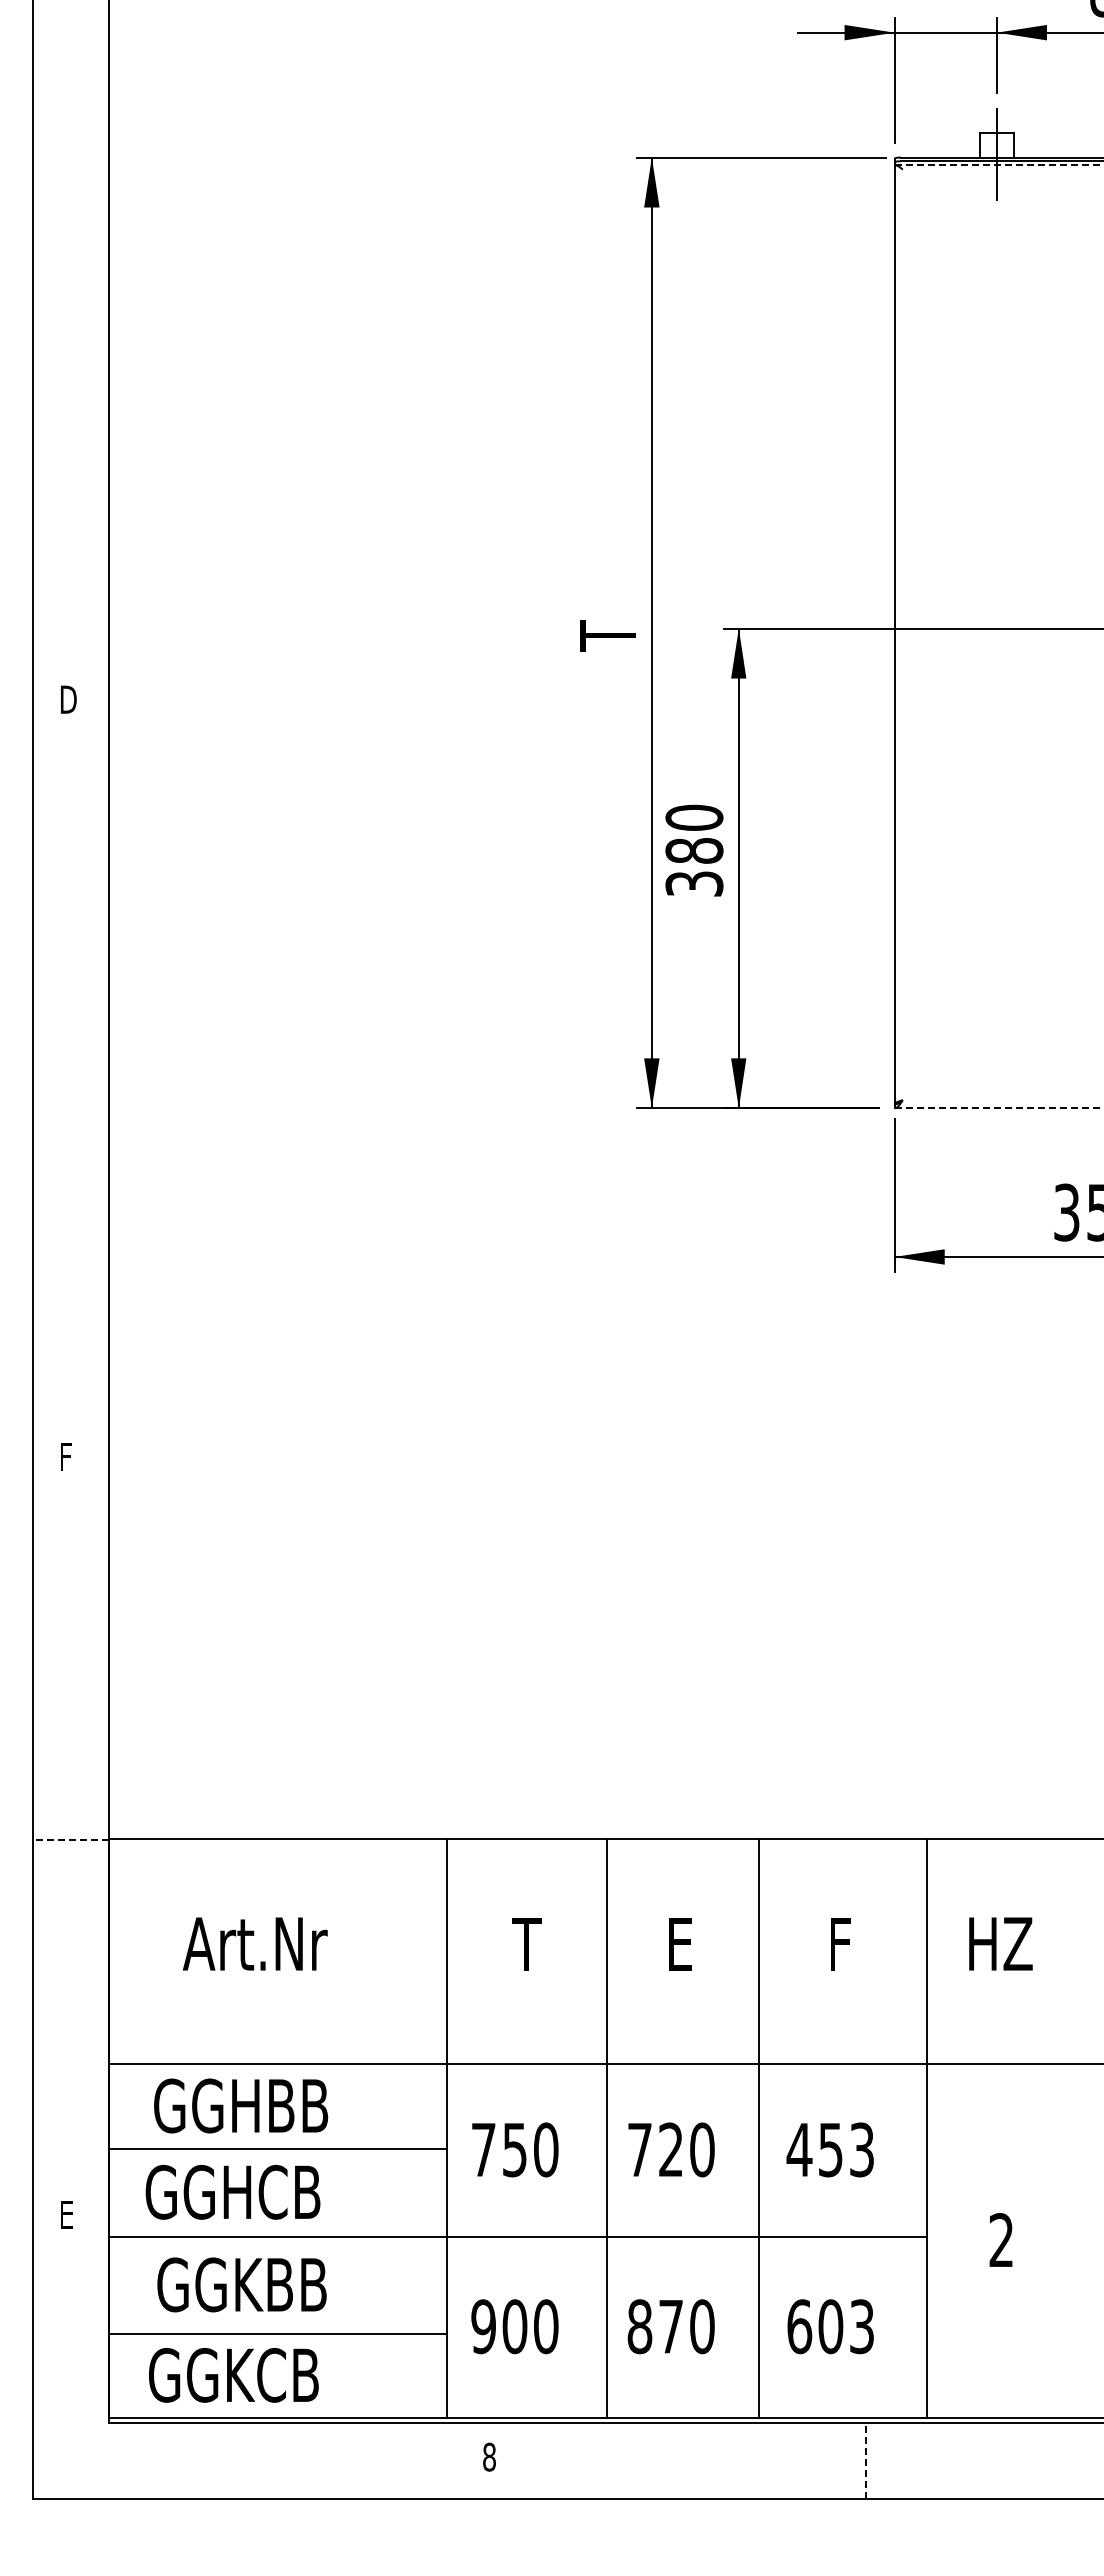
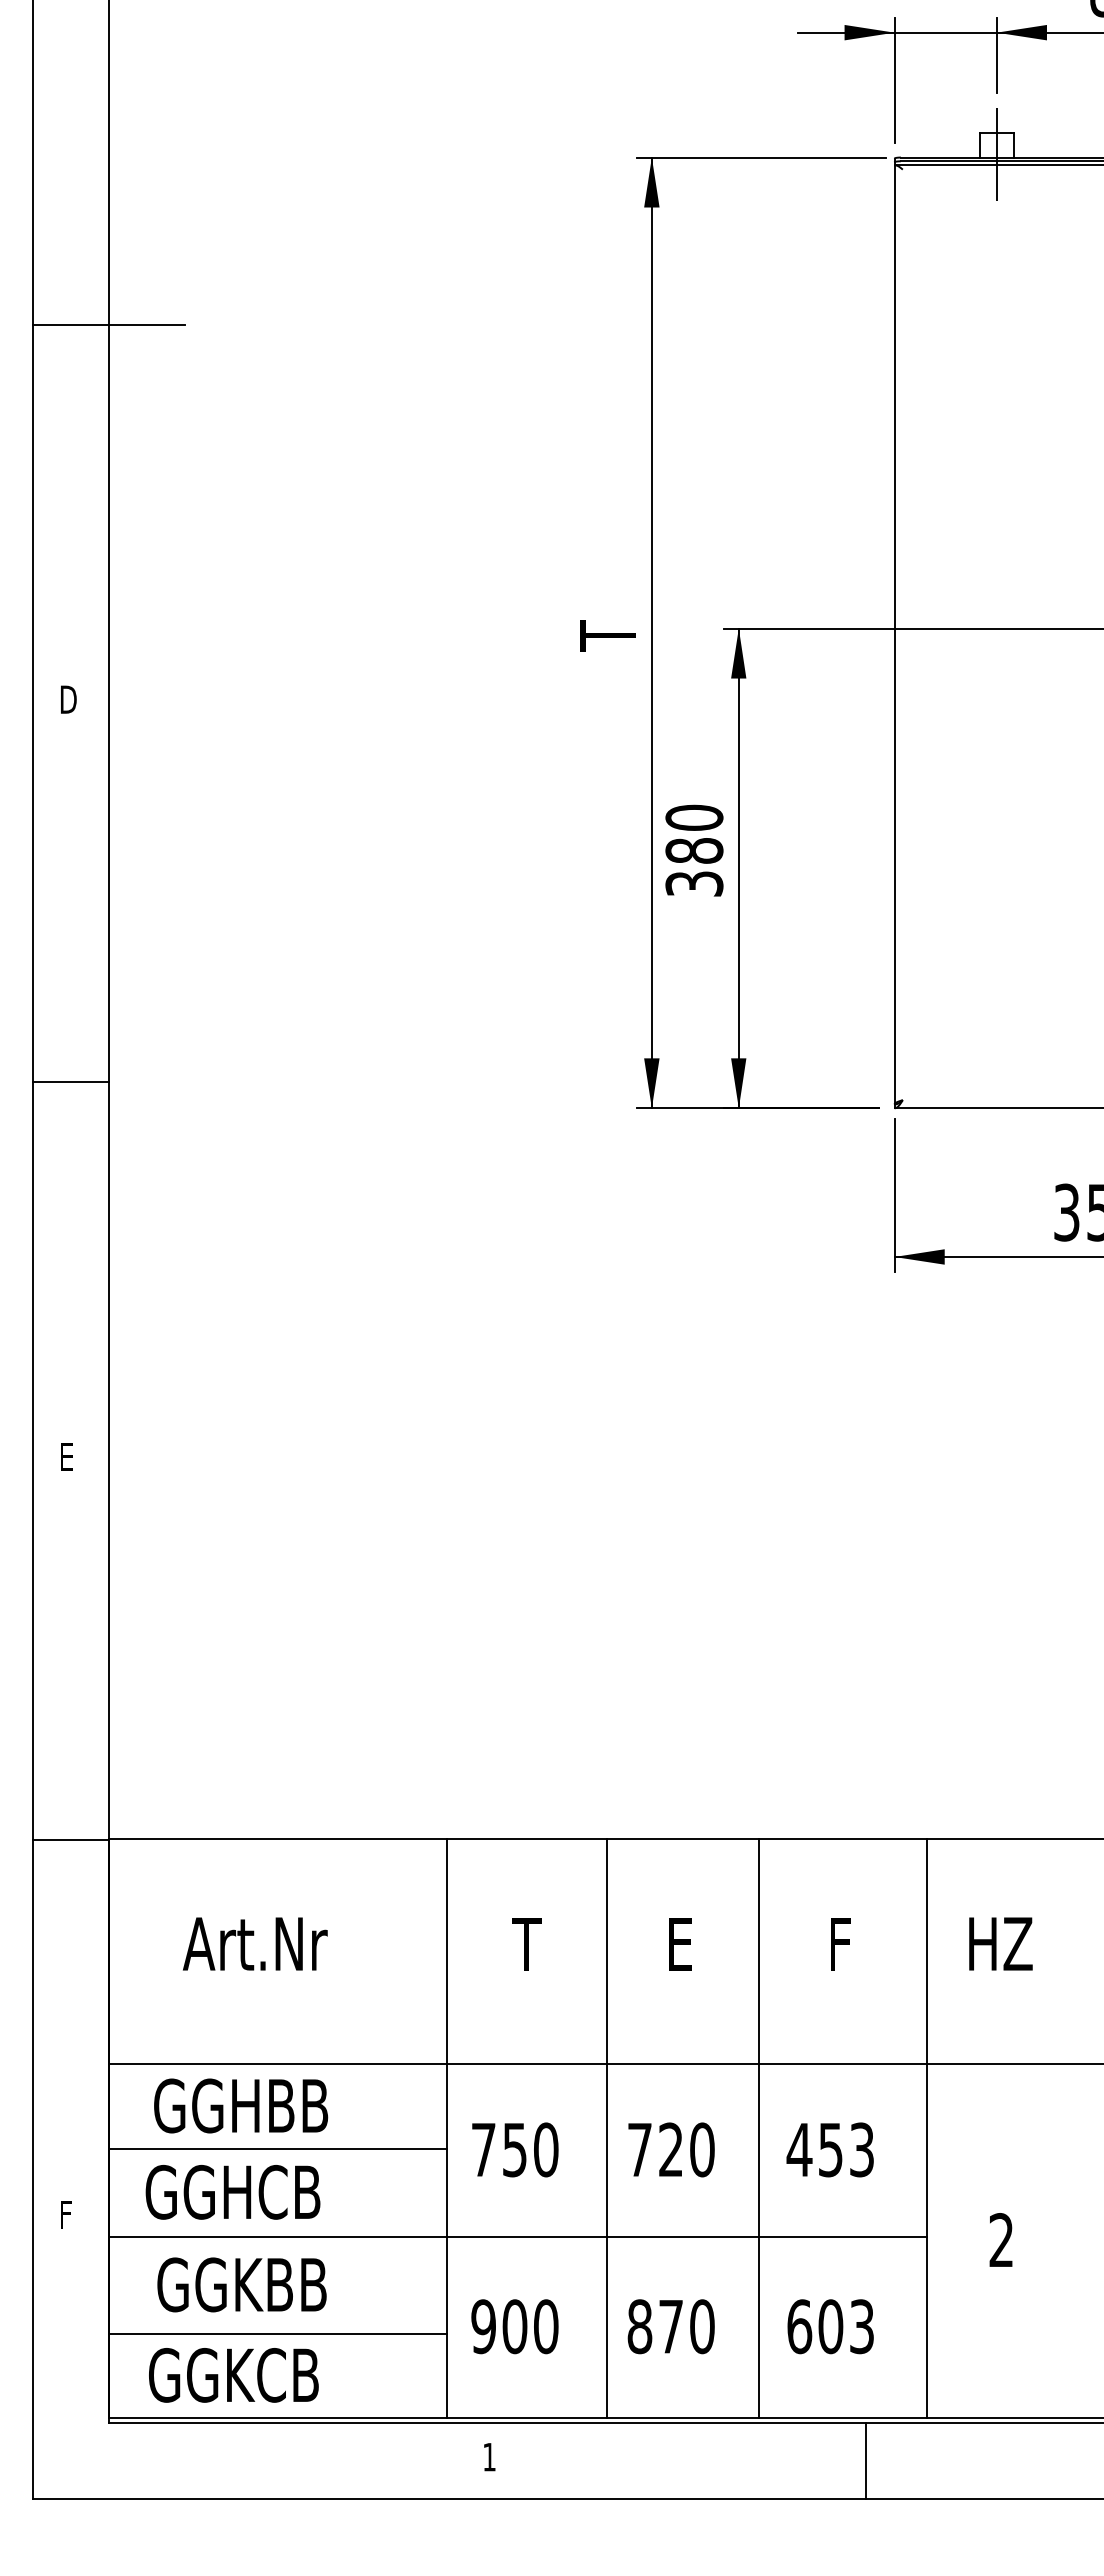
line at (999, 165): dashed -> solid
line at (108, 324): none -> present
line at (70, 1082): none -> present
line at (999, 1108): dashed -> solid
text at (67, 1456): F -> E
line at (70, 1839): dashed -> solid
text at (67, 2214): E -> F
text at (489, 2456): 8 -> 1
line at (866, 2460): dashed -> solid
